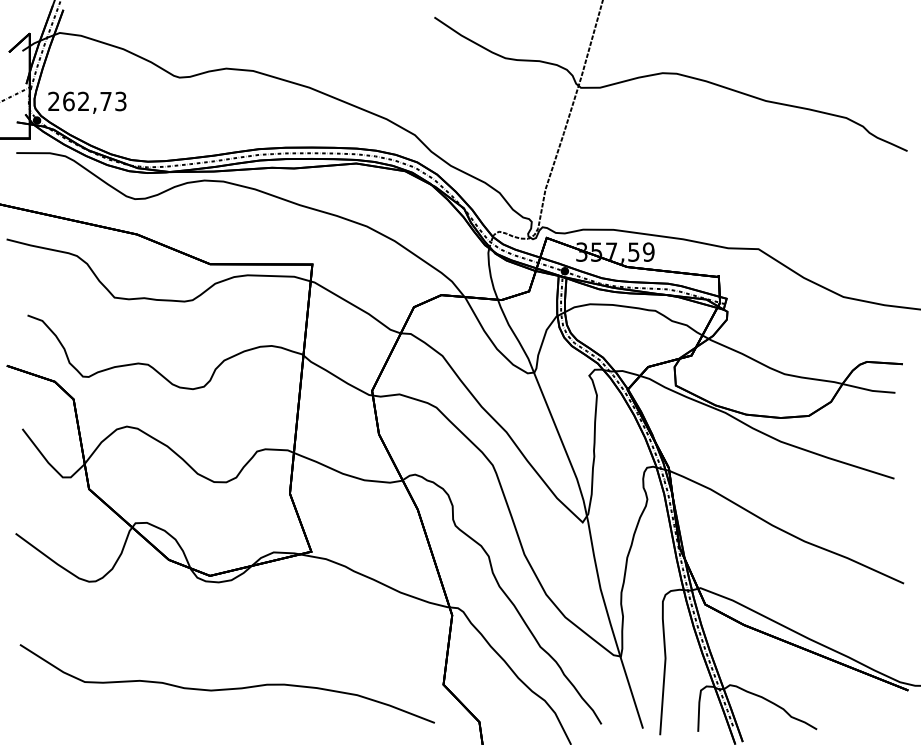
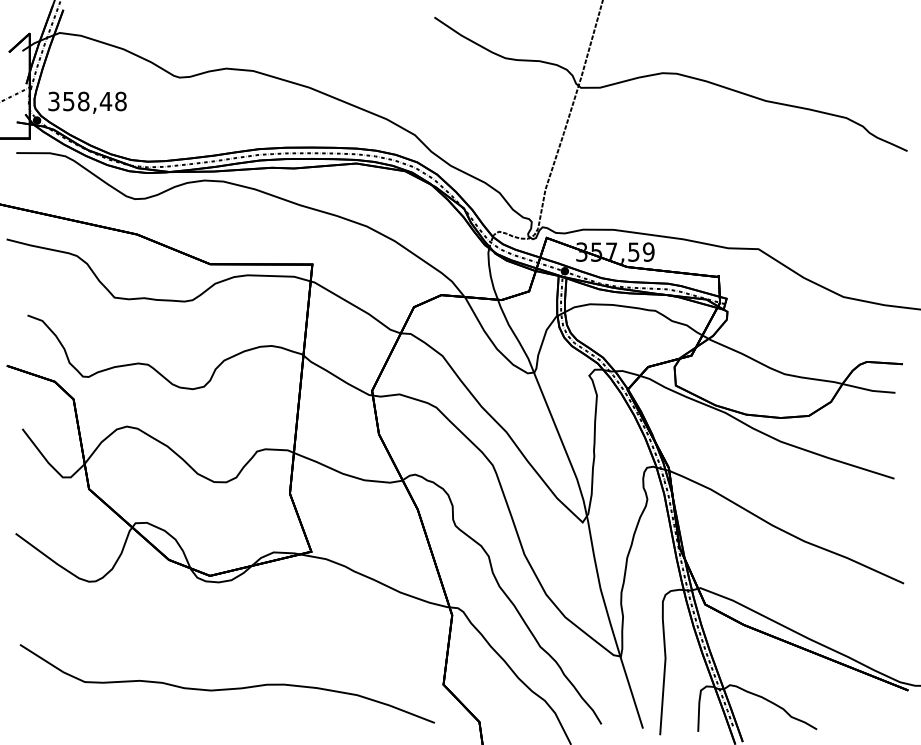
text at (87, 101): 262,73 -> 358,48
